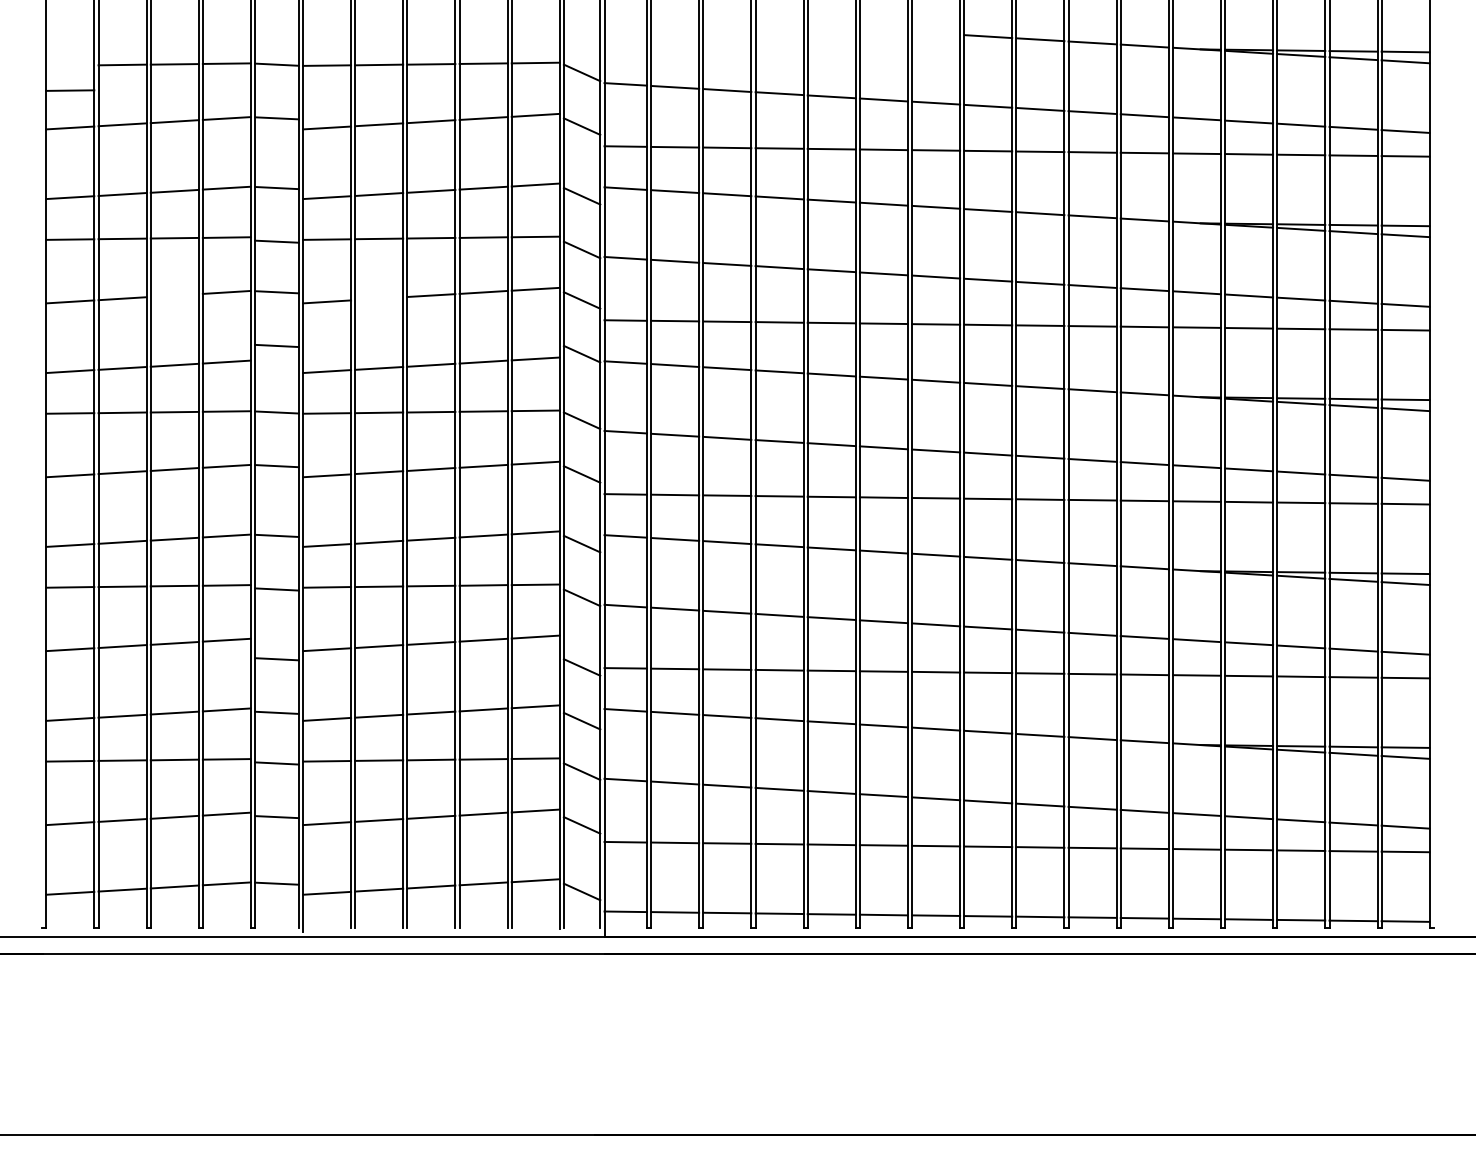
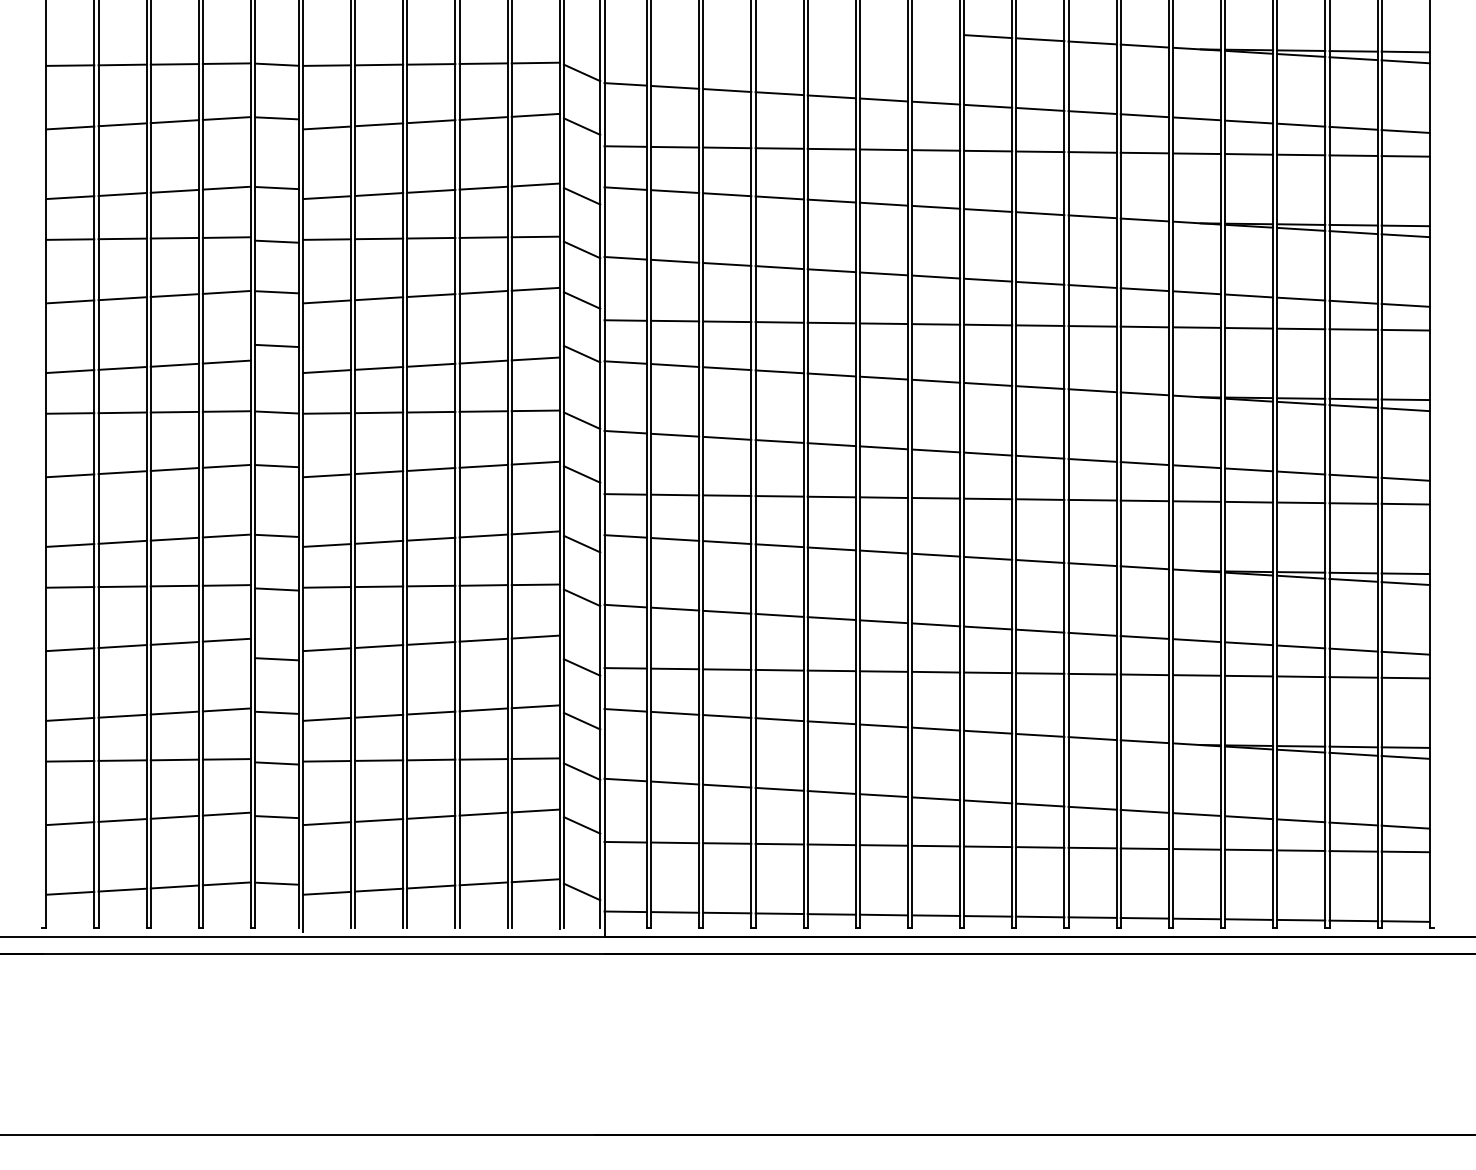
line at (70, 90) position: (70, 90) -> (70, 65)
line at (174, 295): none -> present
line at (379, 298): none -> present
